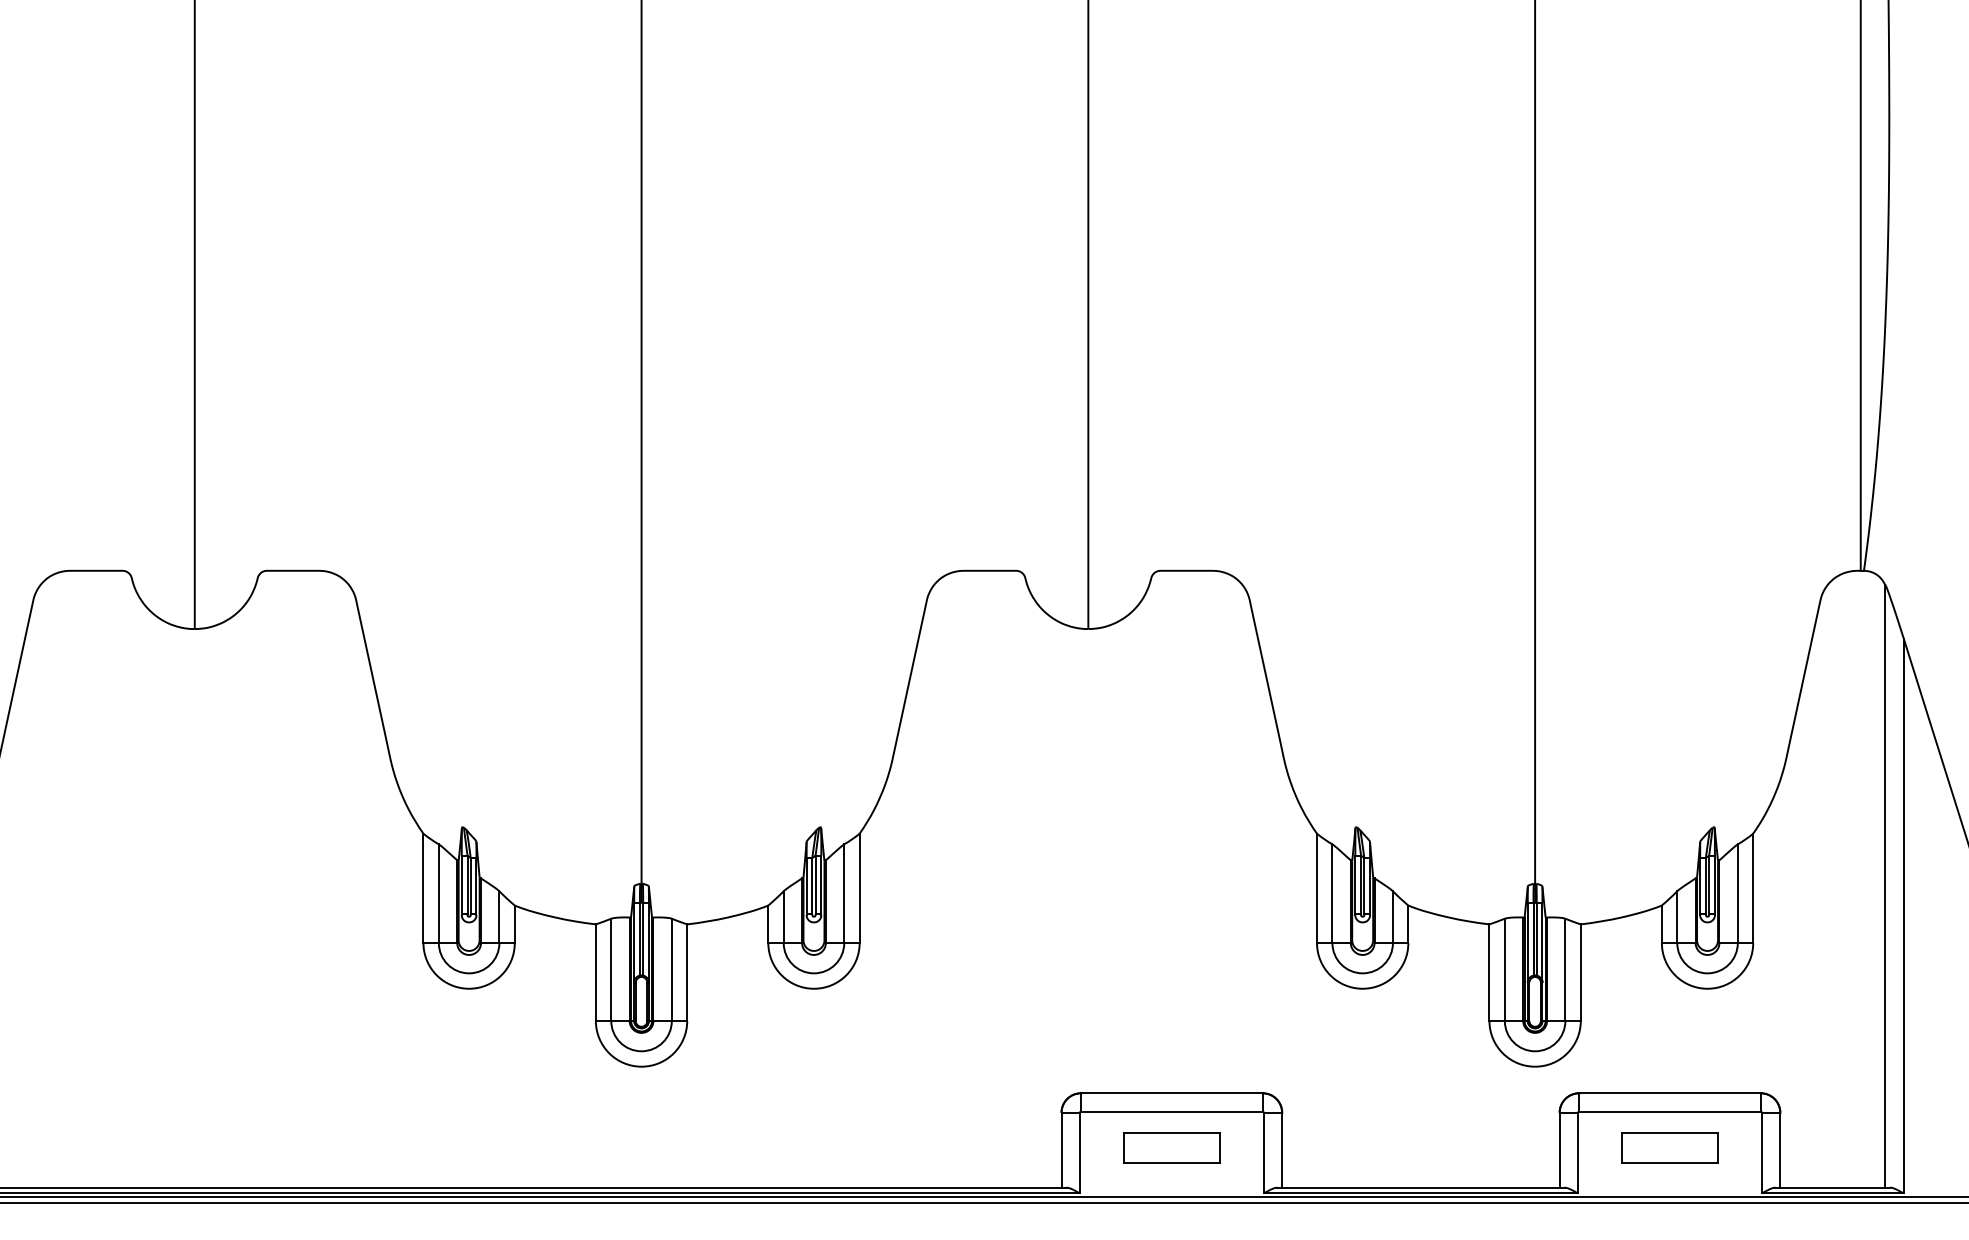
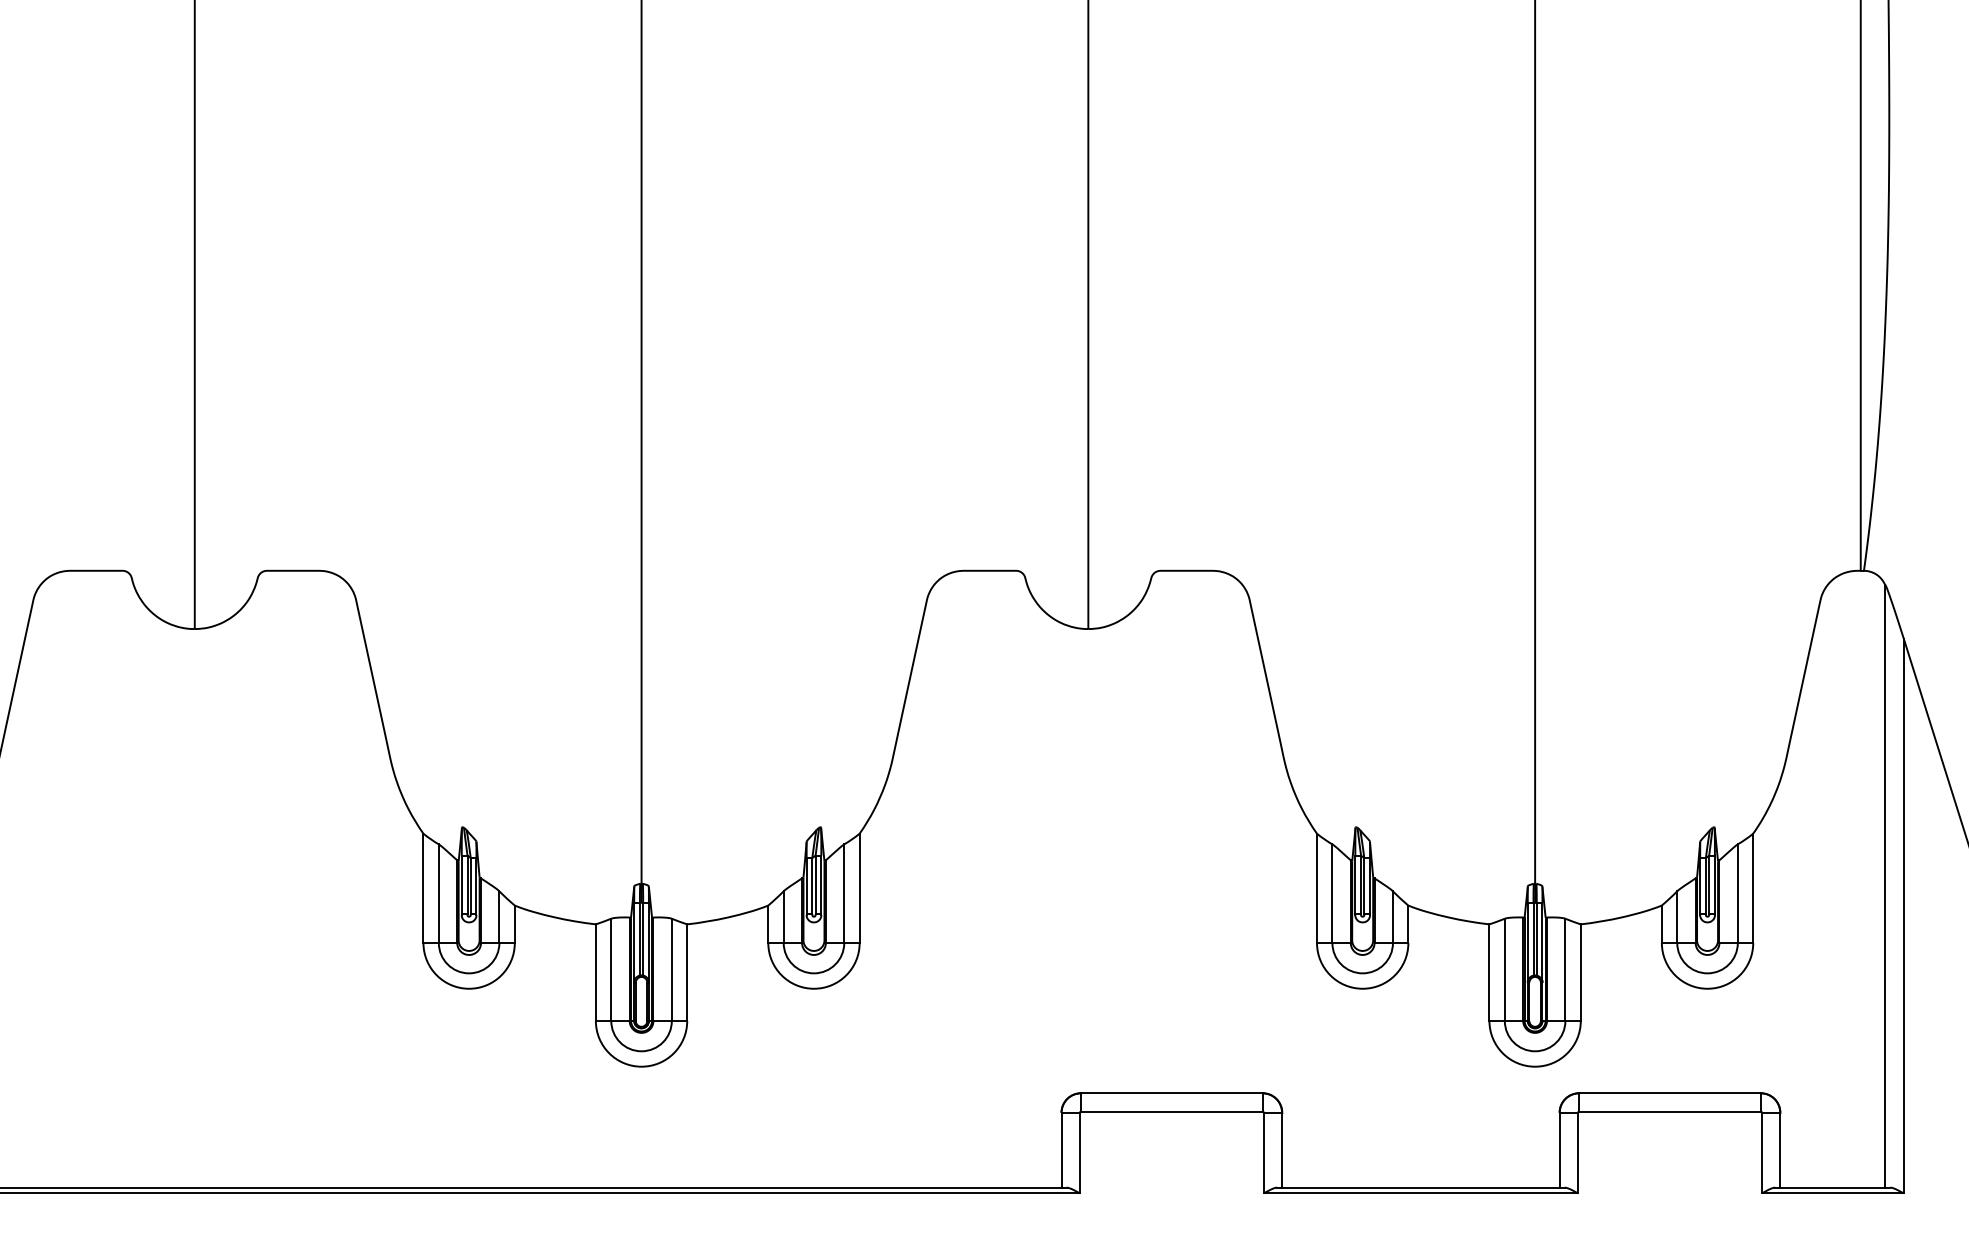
part at (1171, 1147): present -> none
part at (1669, 1147): present -> none
line at (983, 1197): present -> none
line at (983, 1202): present -> none
